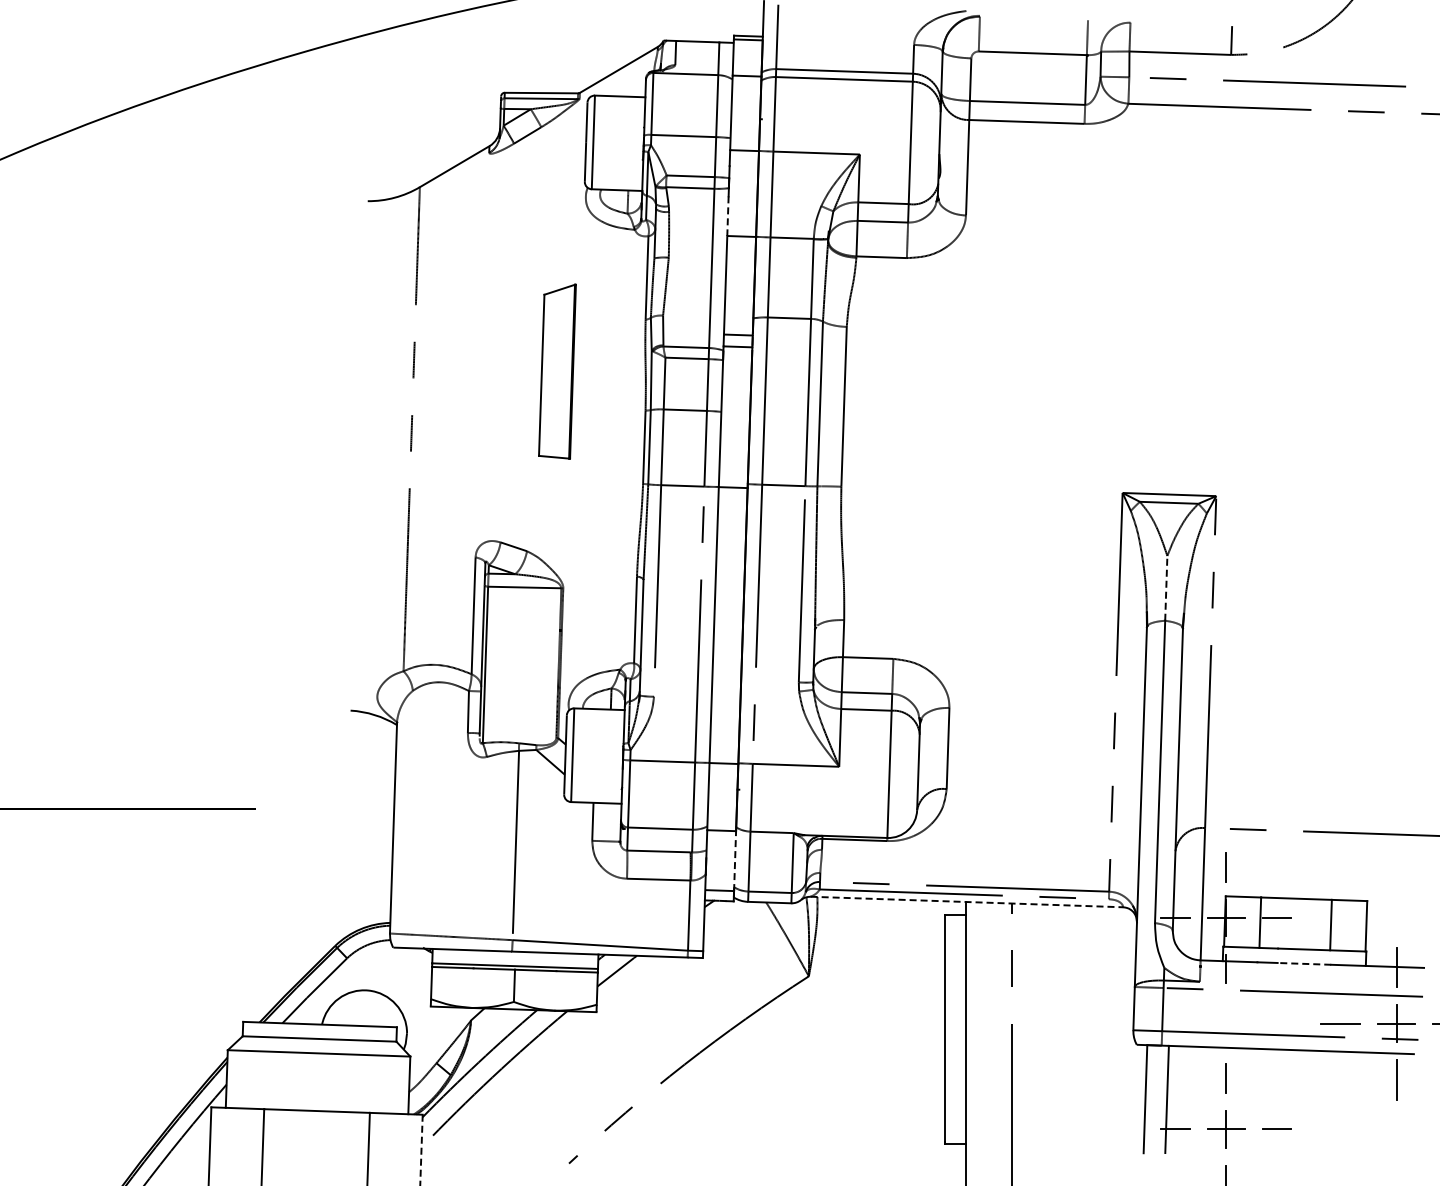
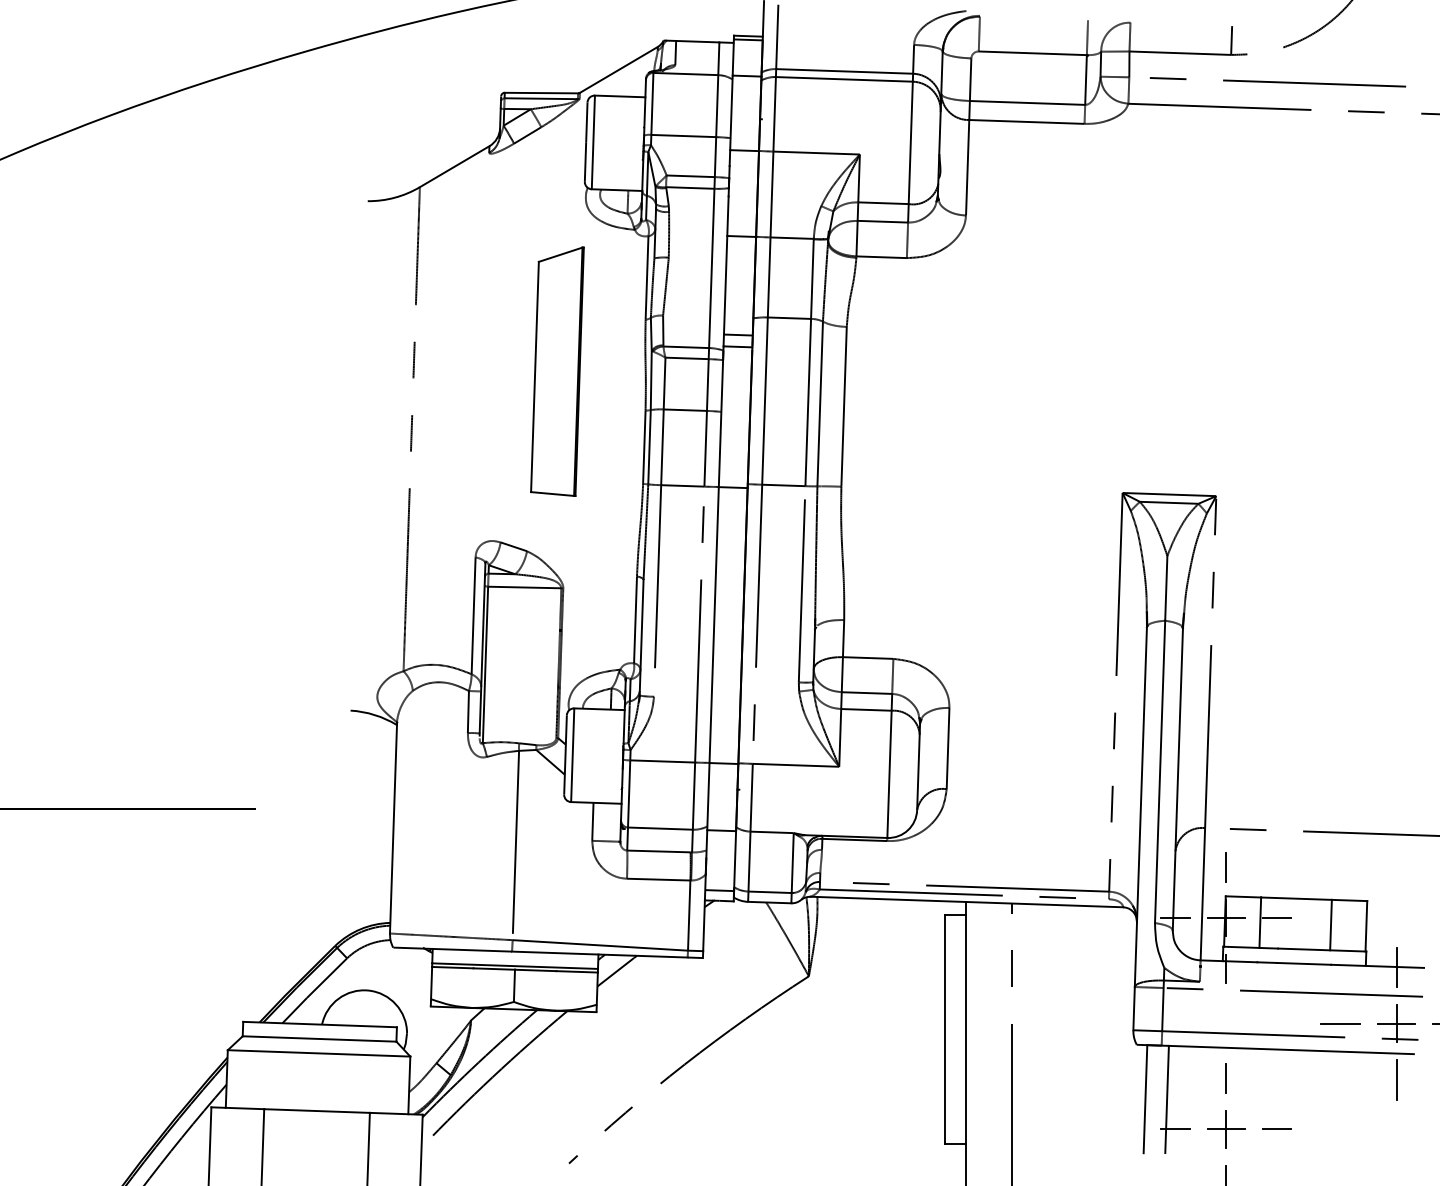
line at (727, 216): dashed -> solid
part at (557, 371) size: 39x177 px -> 55x251 px
line at (1166, 587): dashed -> solid
line at (735, 861): dashed -> solid
line at (967, 902): dashed -> solid
line at (1304, 963): dashed -> solid
line at (421, 1150): dashed -> solid
